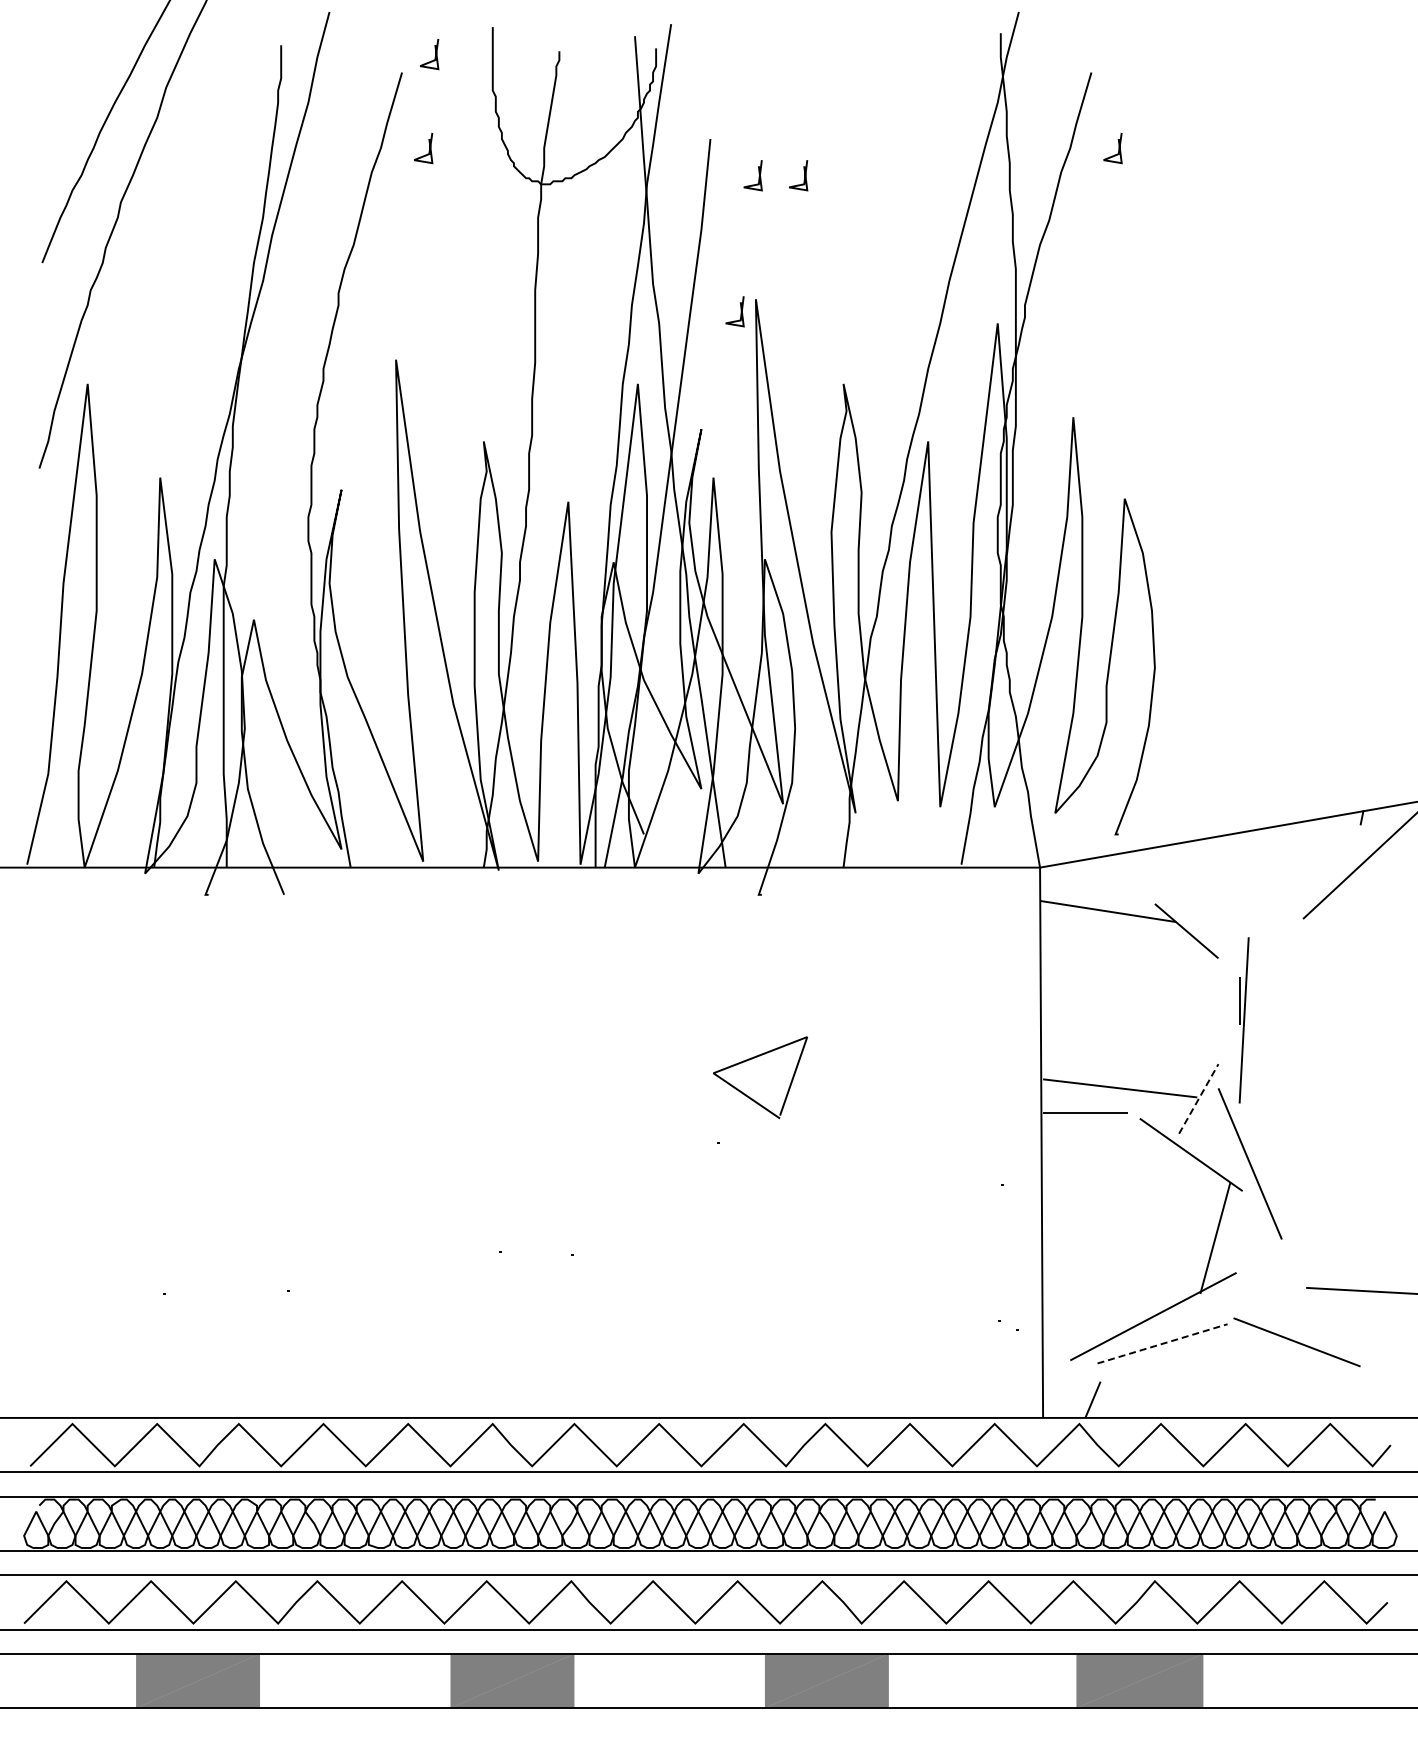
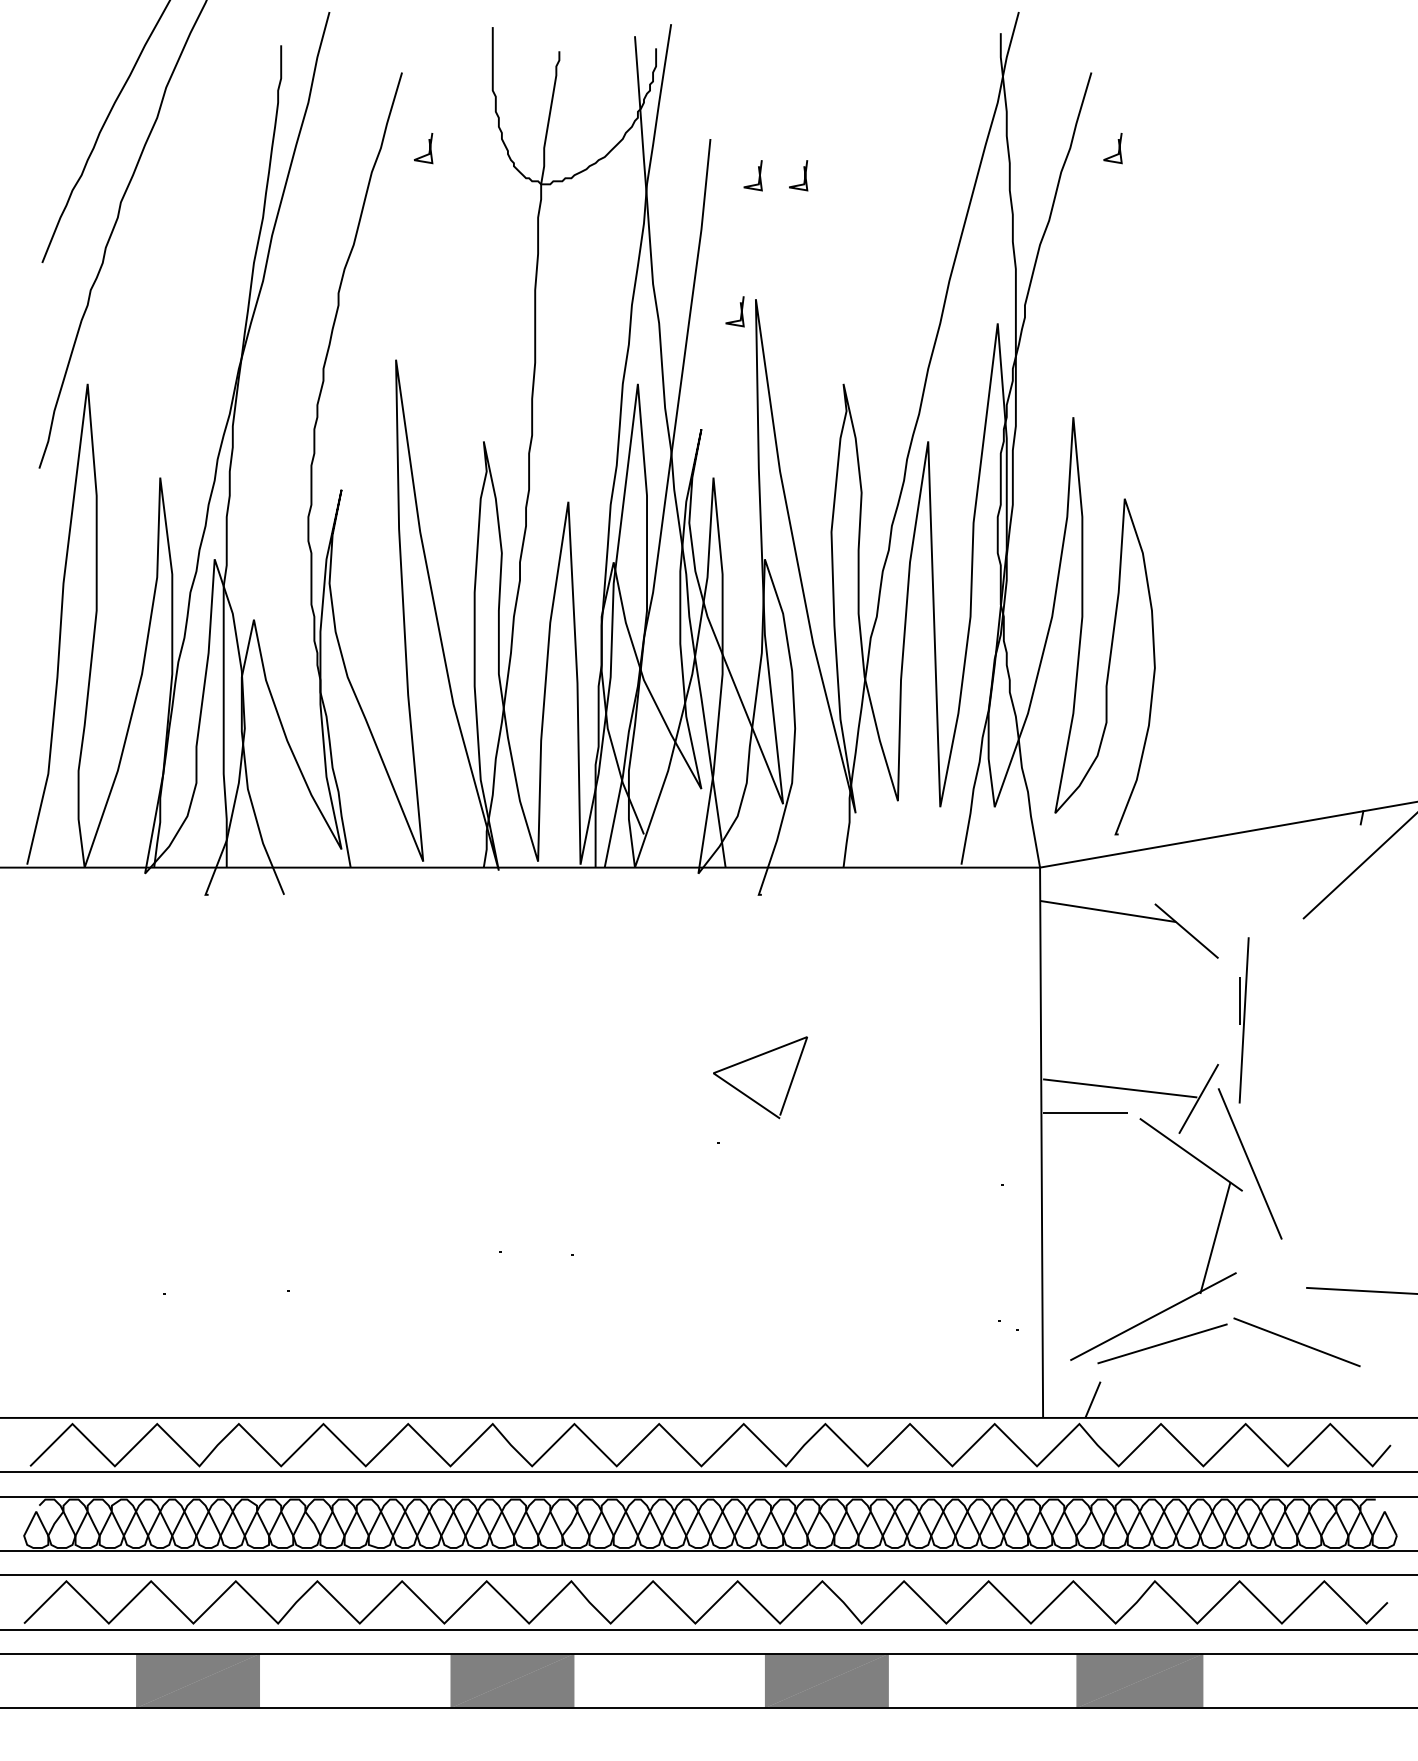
line at (434, 57): present -> none
line at (1198, 1098): dashed -> solid
line at (1162, 1343): dashed -> solid
